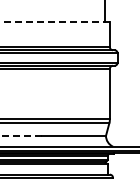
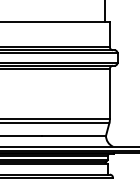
line at (54, 22): dashed -> solid
line at (21, 135): dashed -> solid
